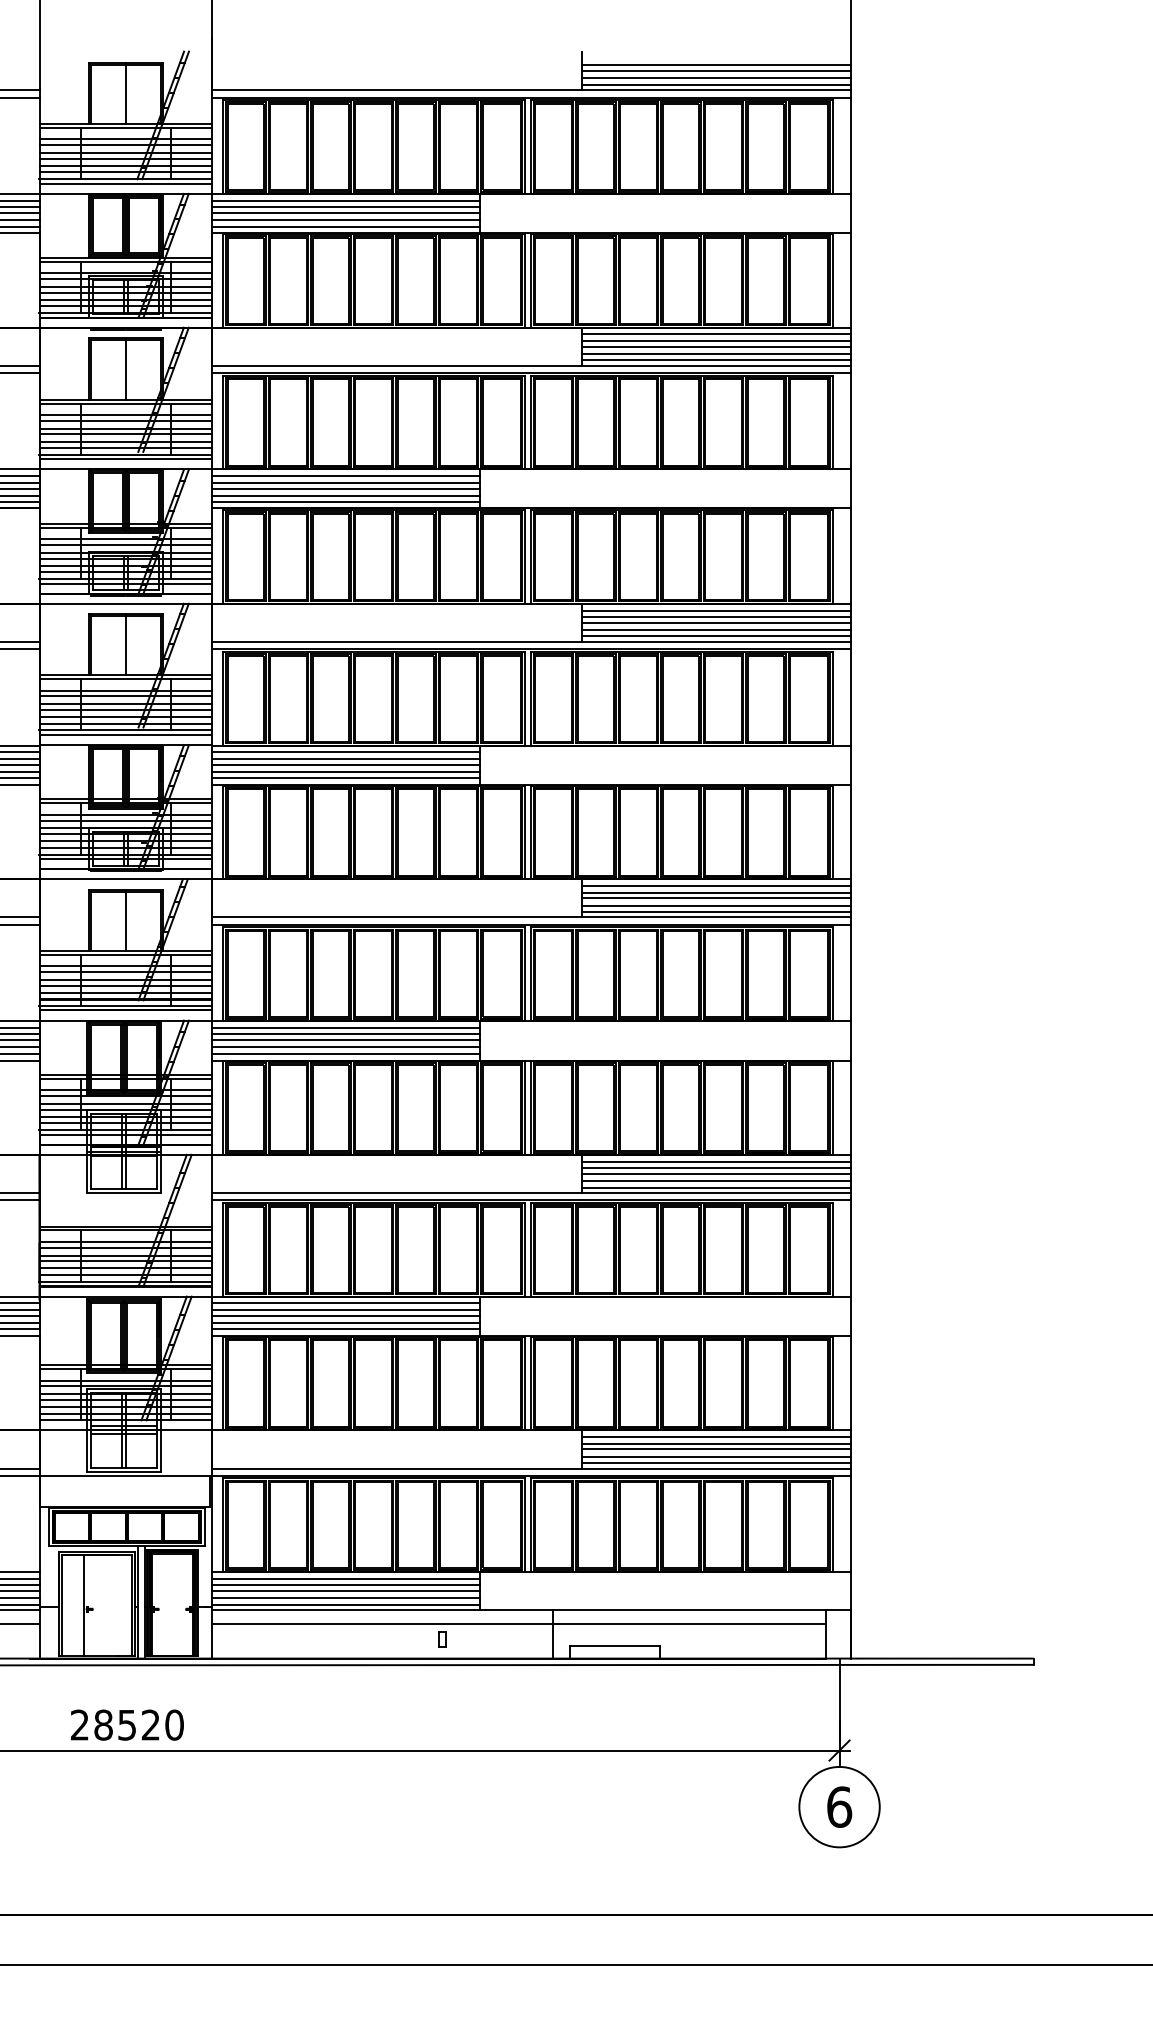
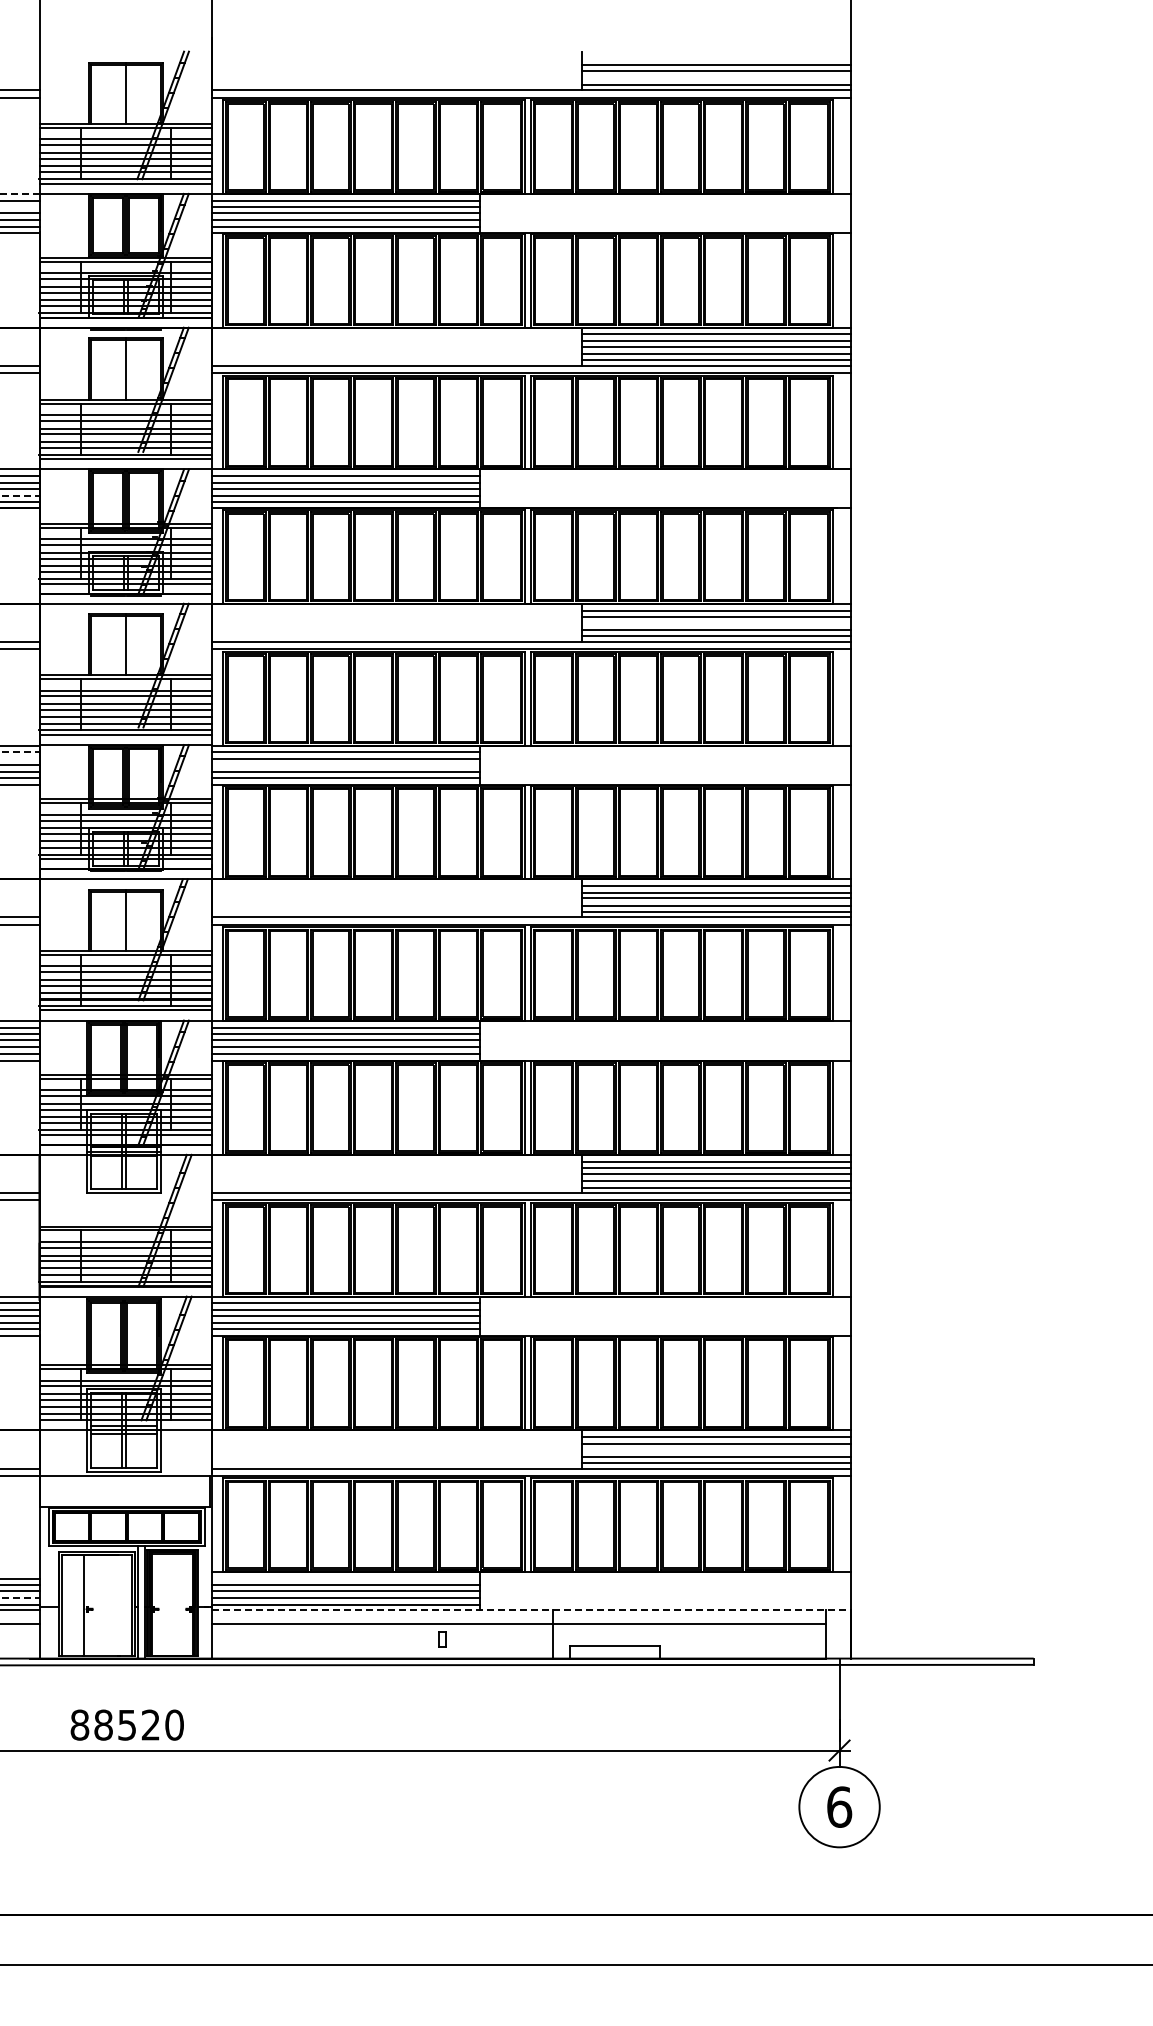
line at (716, 78): present -> none
line at (20, 193): solid -> dashed
line at (20, 207): present -> none
line at (20, 495): solid -> dashed
line at (716, 622): present -> none
line at (20, 752): solid -> dashed
line at (20, 758): present -> none
line at (345, 764): present -> none
line at (716, 1449): present -> none
line at (20, 1572): present -> none
line at (345, 1578): present -> none
line at (20, 1598): solid -> dashed
line at (531, 1610): solid -> dashed
text at (79, 1724): 28520 -> 88520
